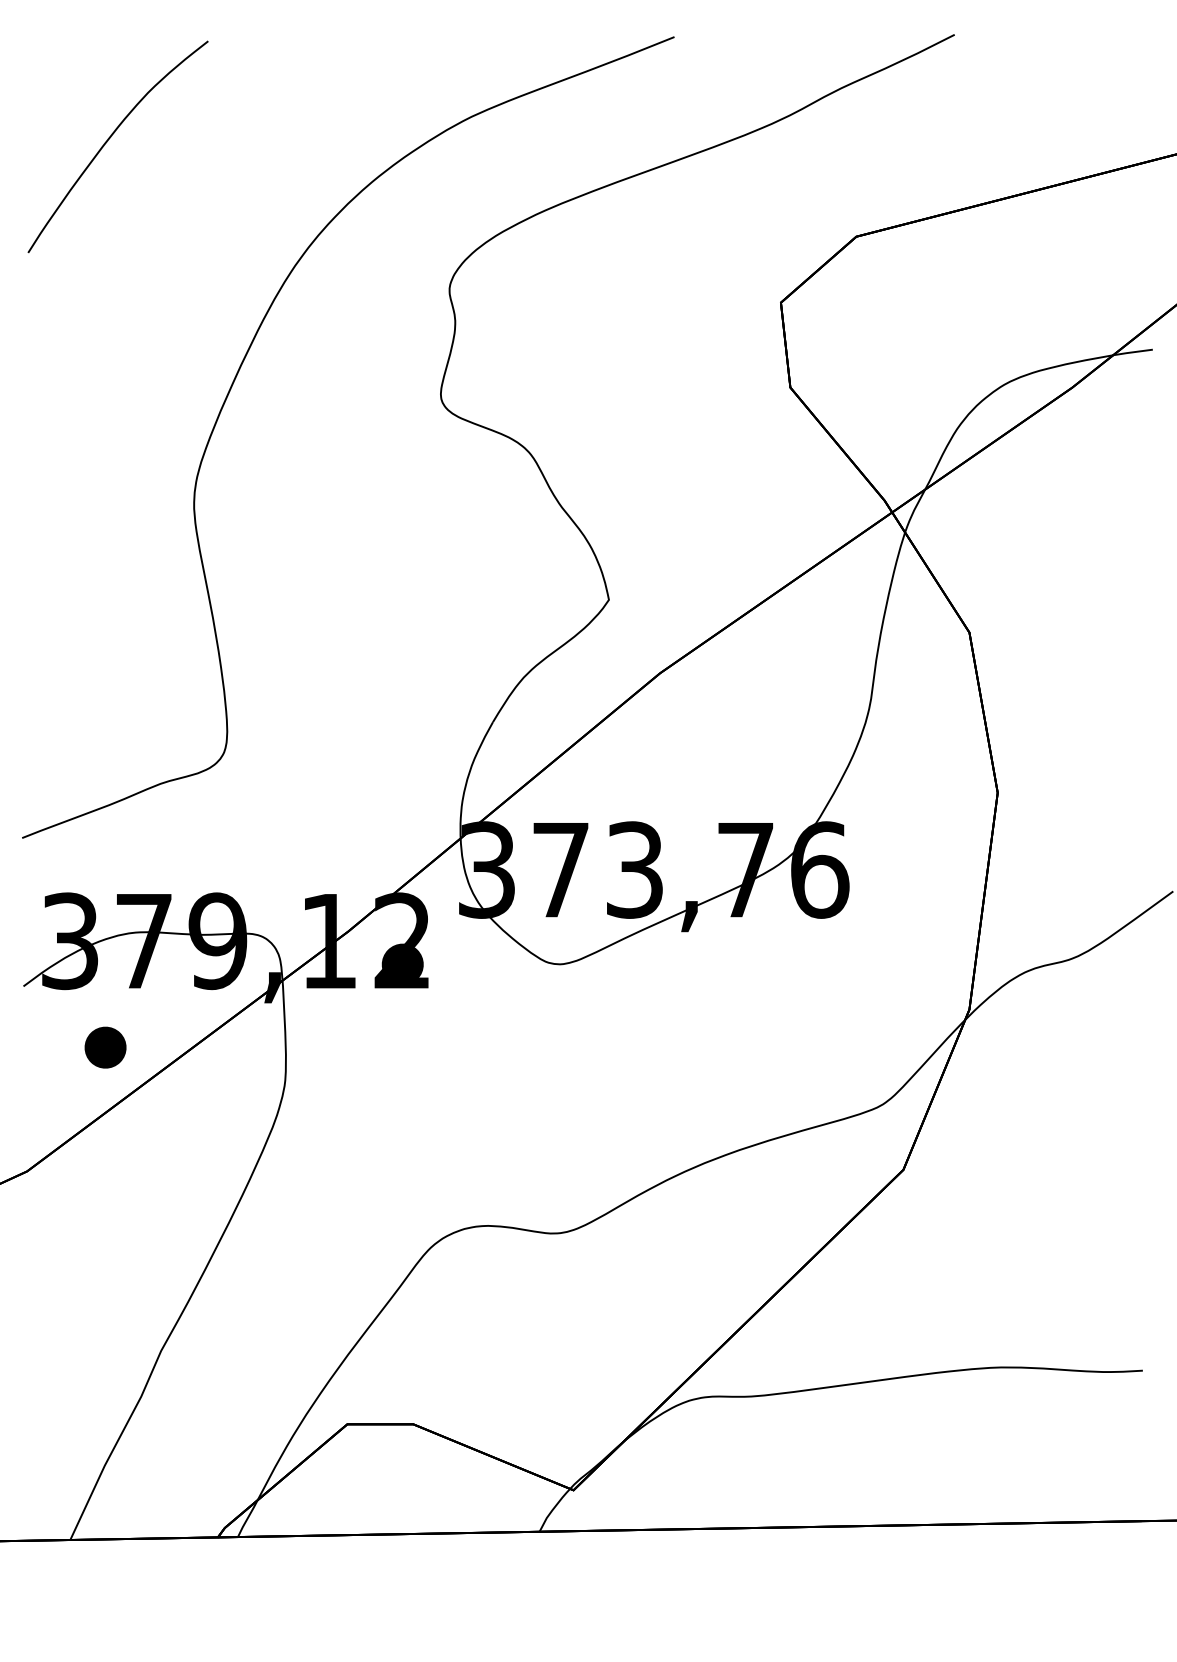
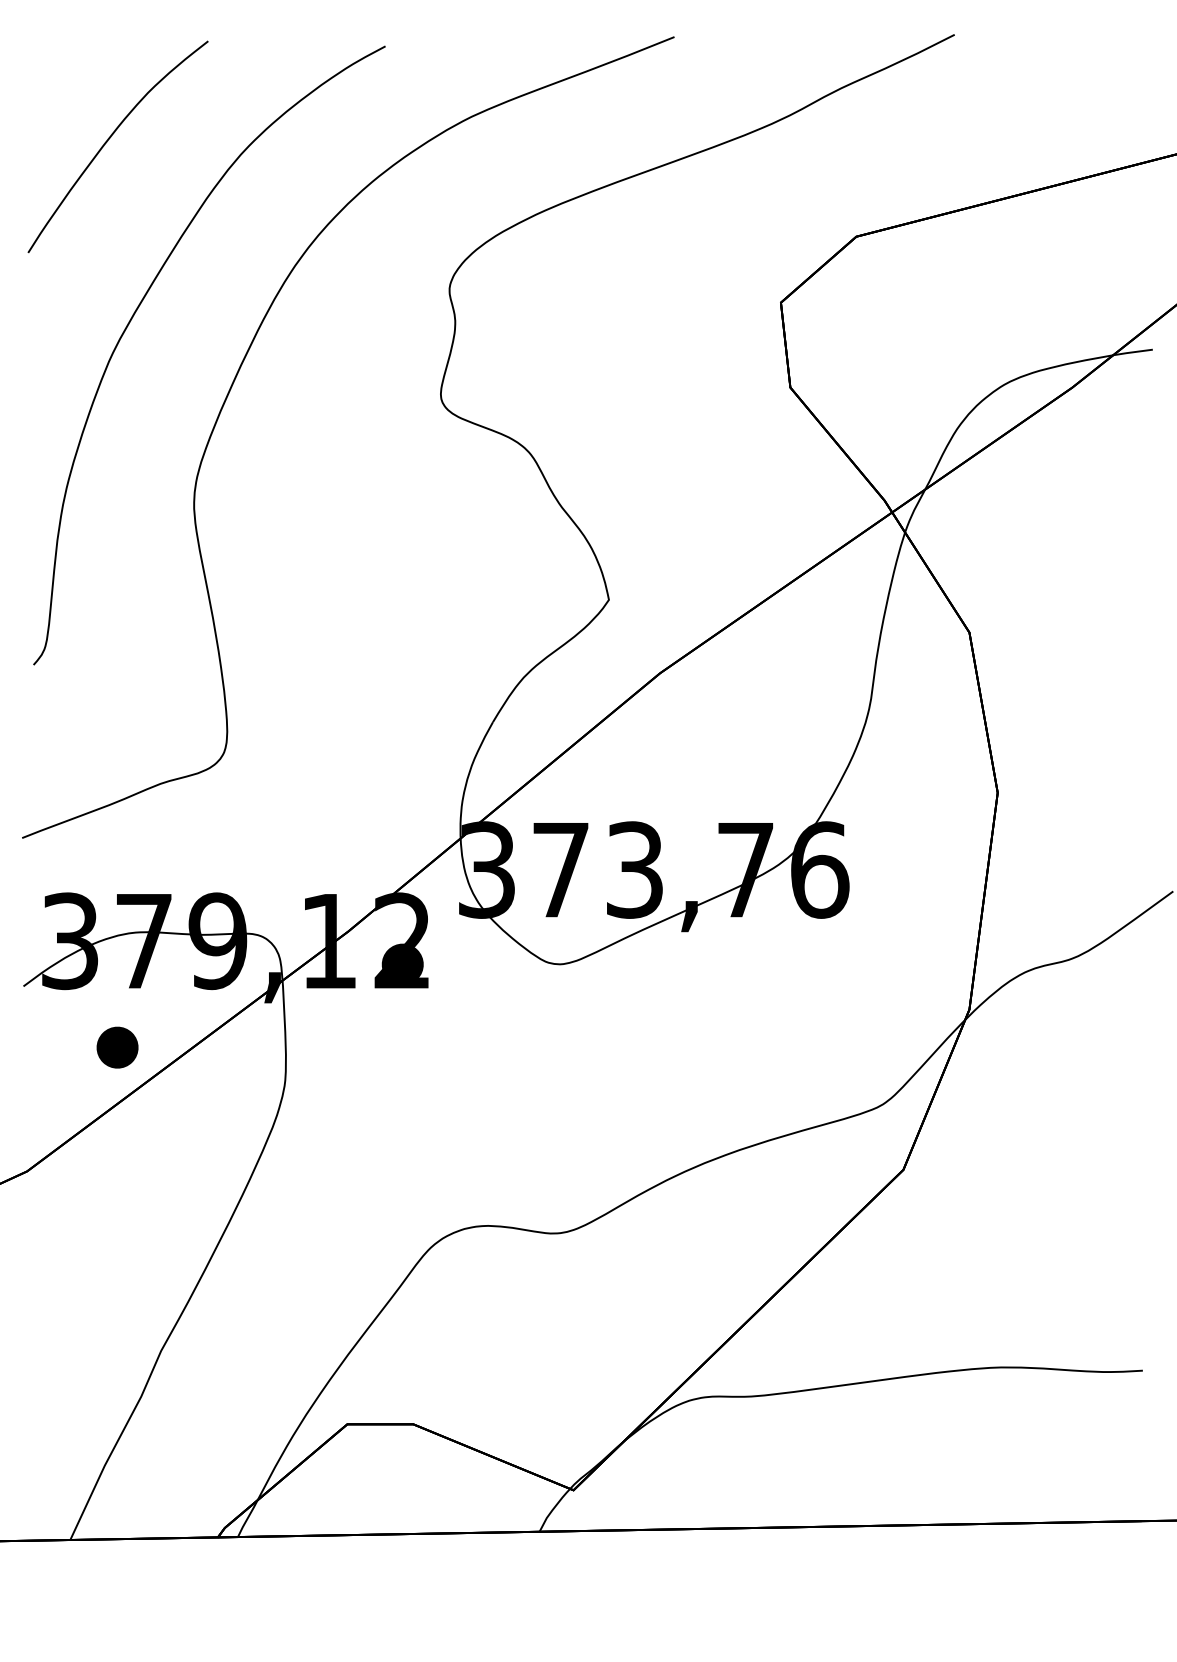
curve at (136, 312): none -> present
part at (105, 1047) position: (105, 1047) -> (117, 1047)
